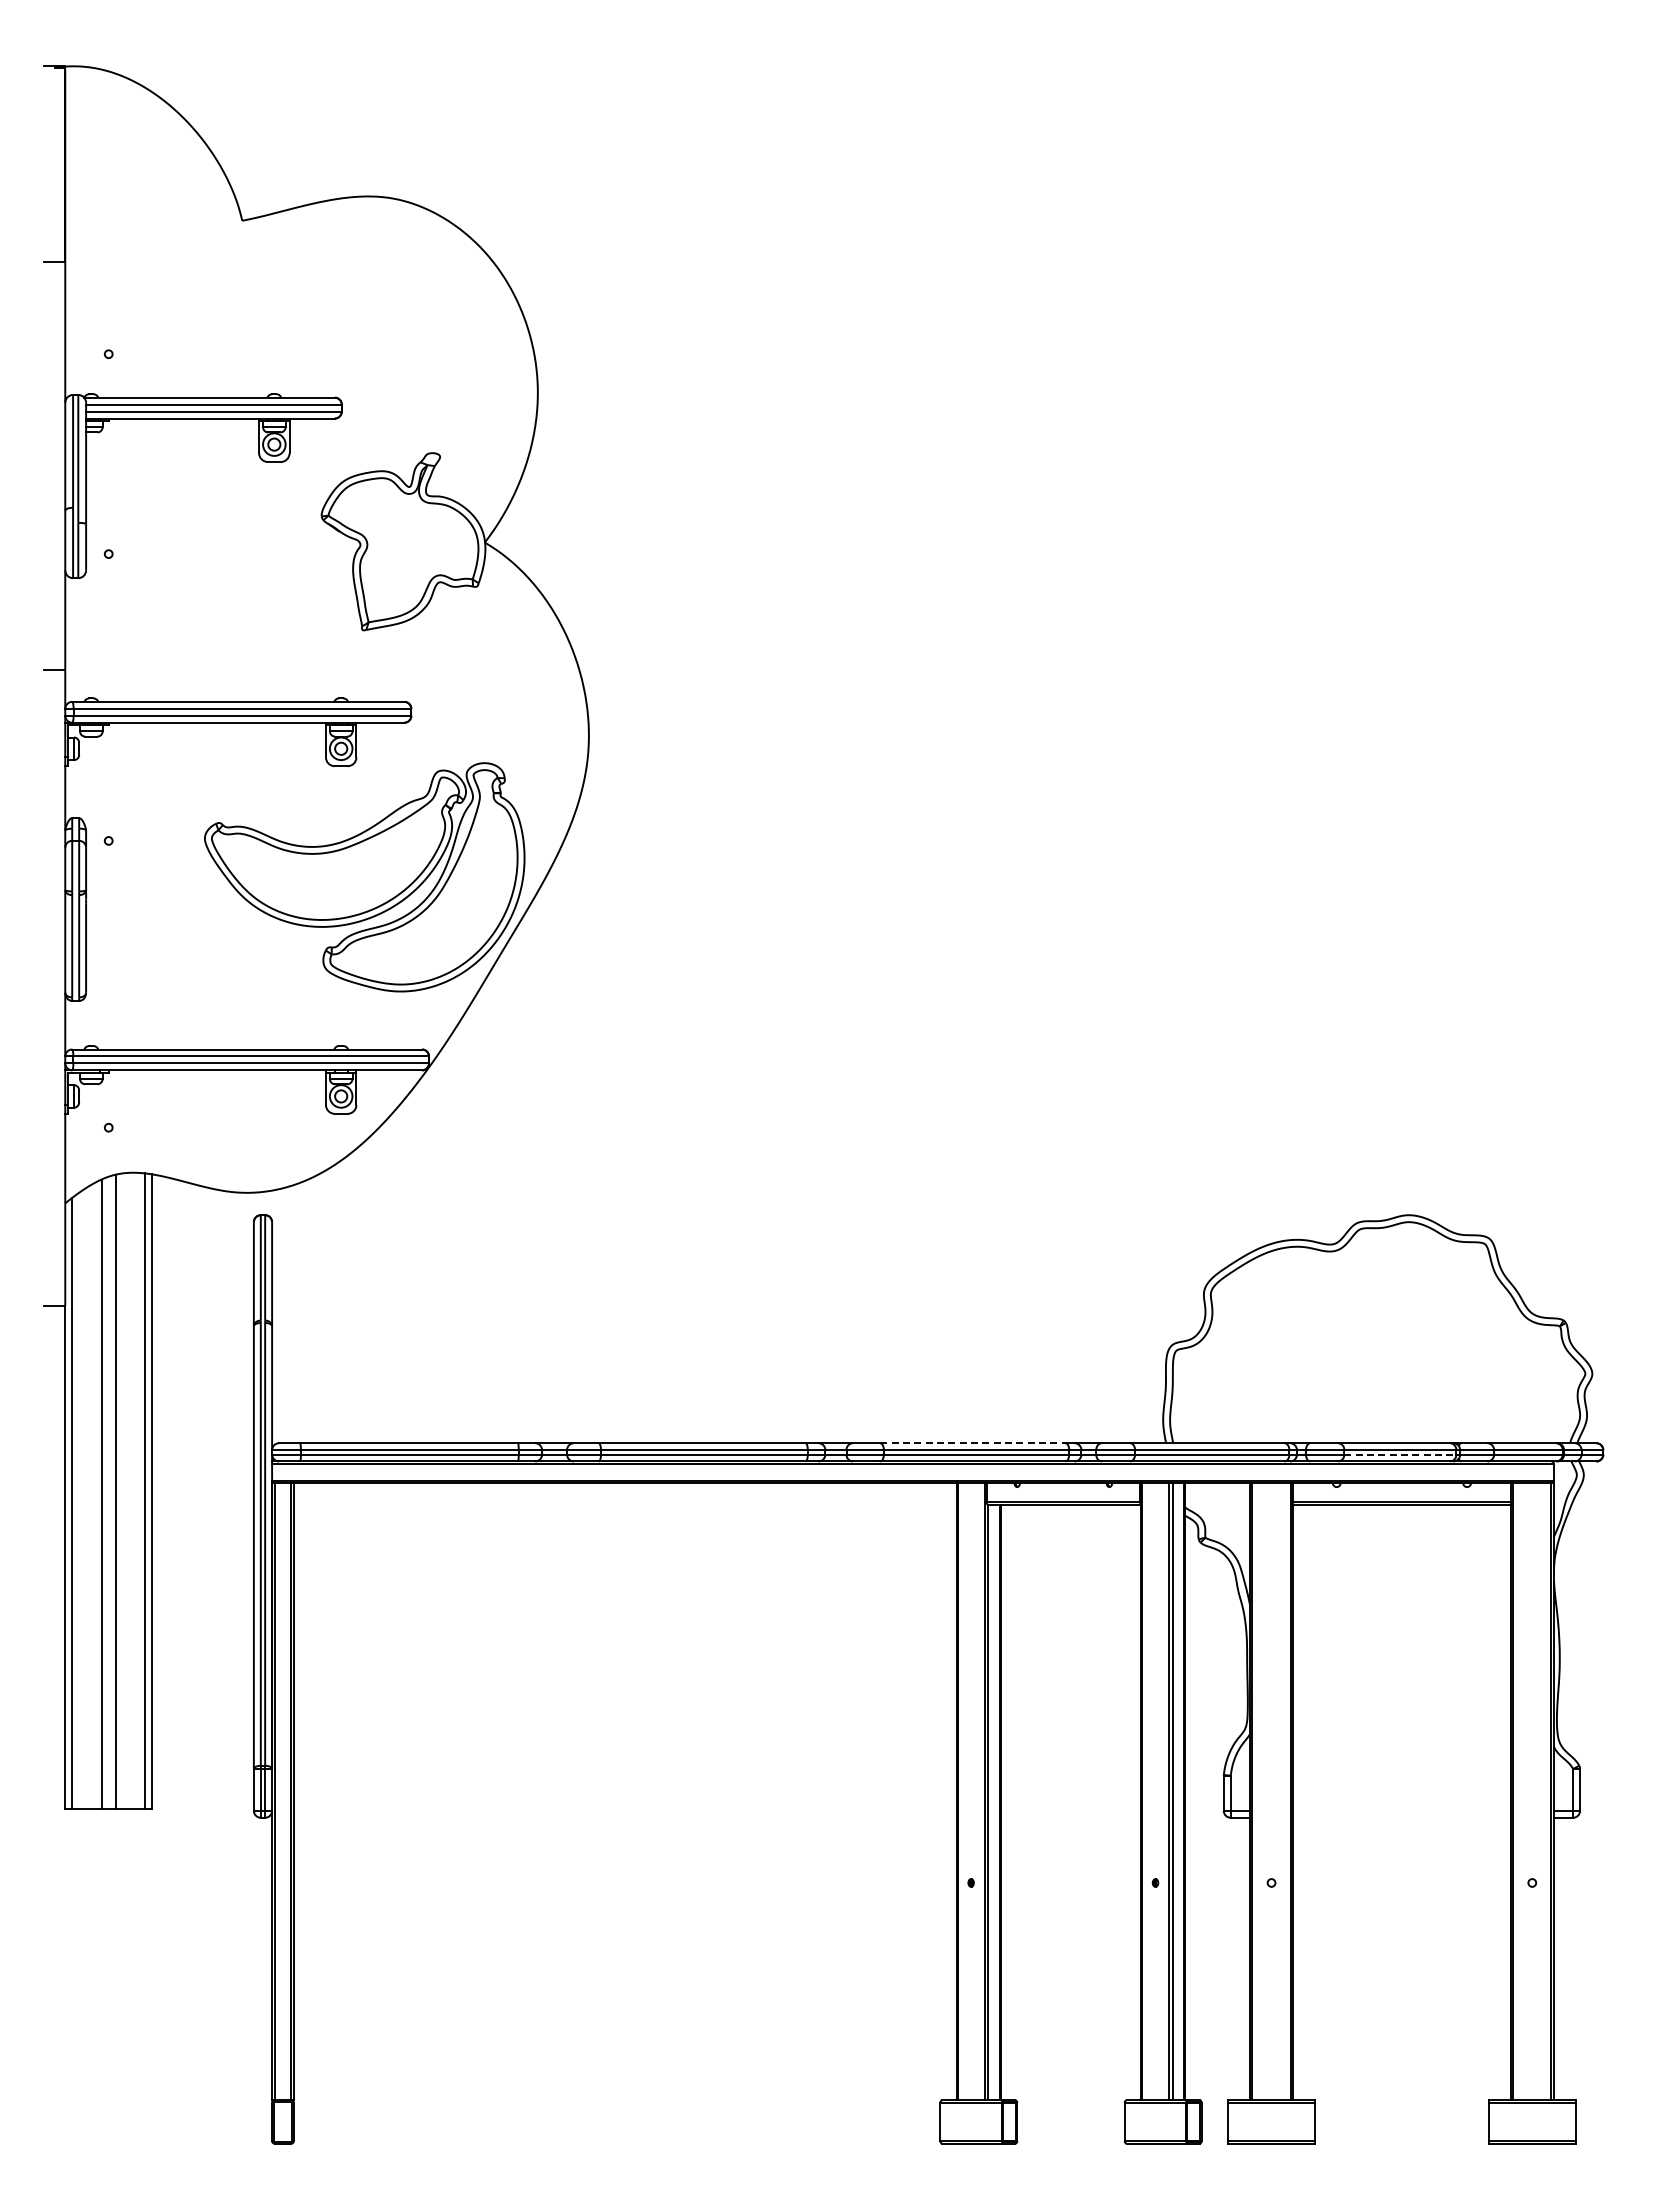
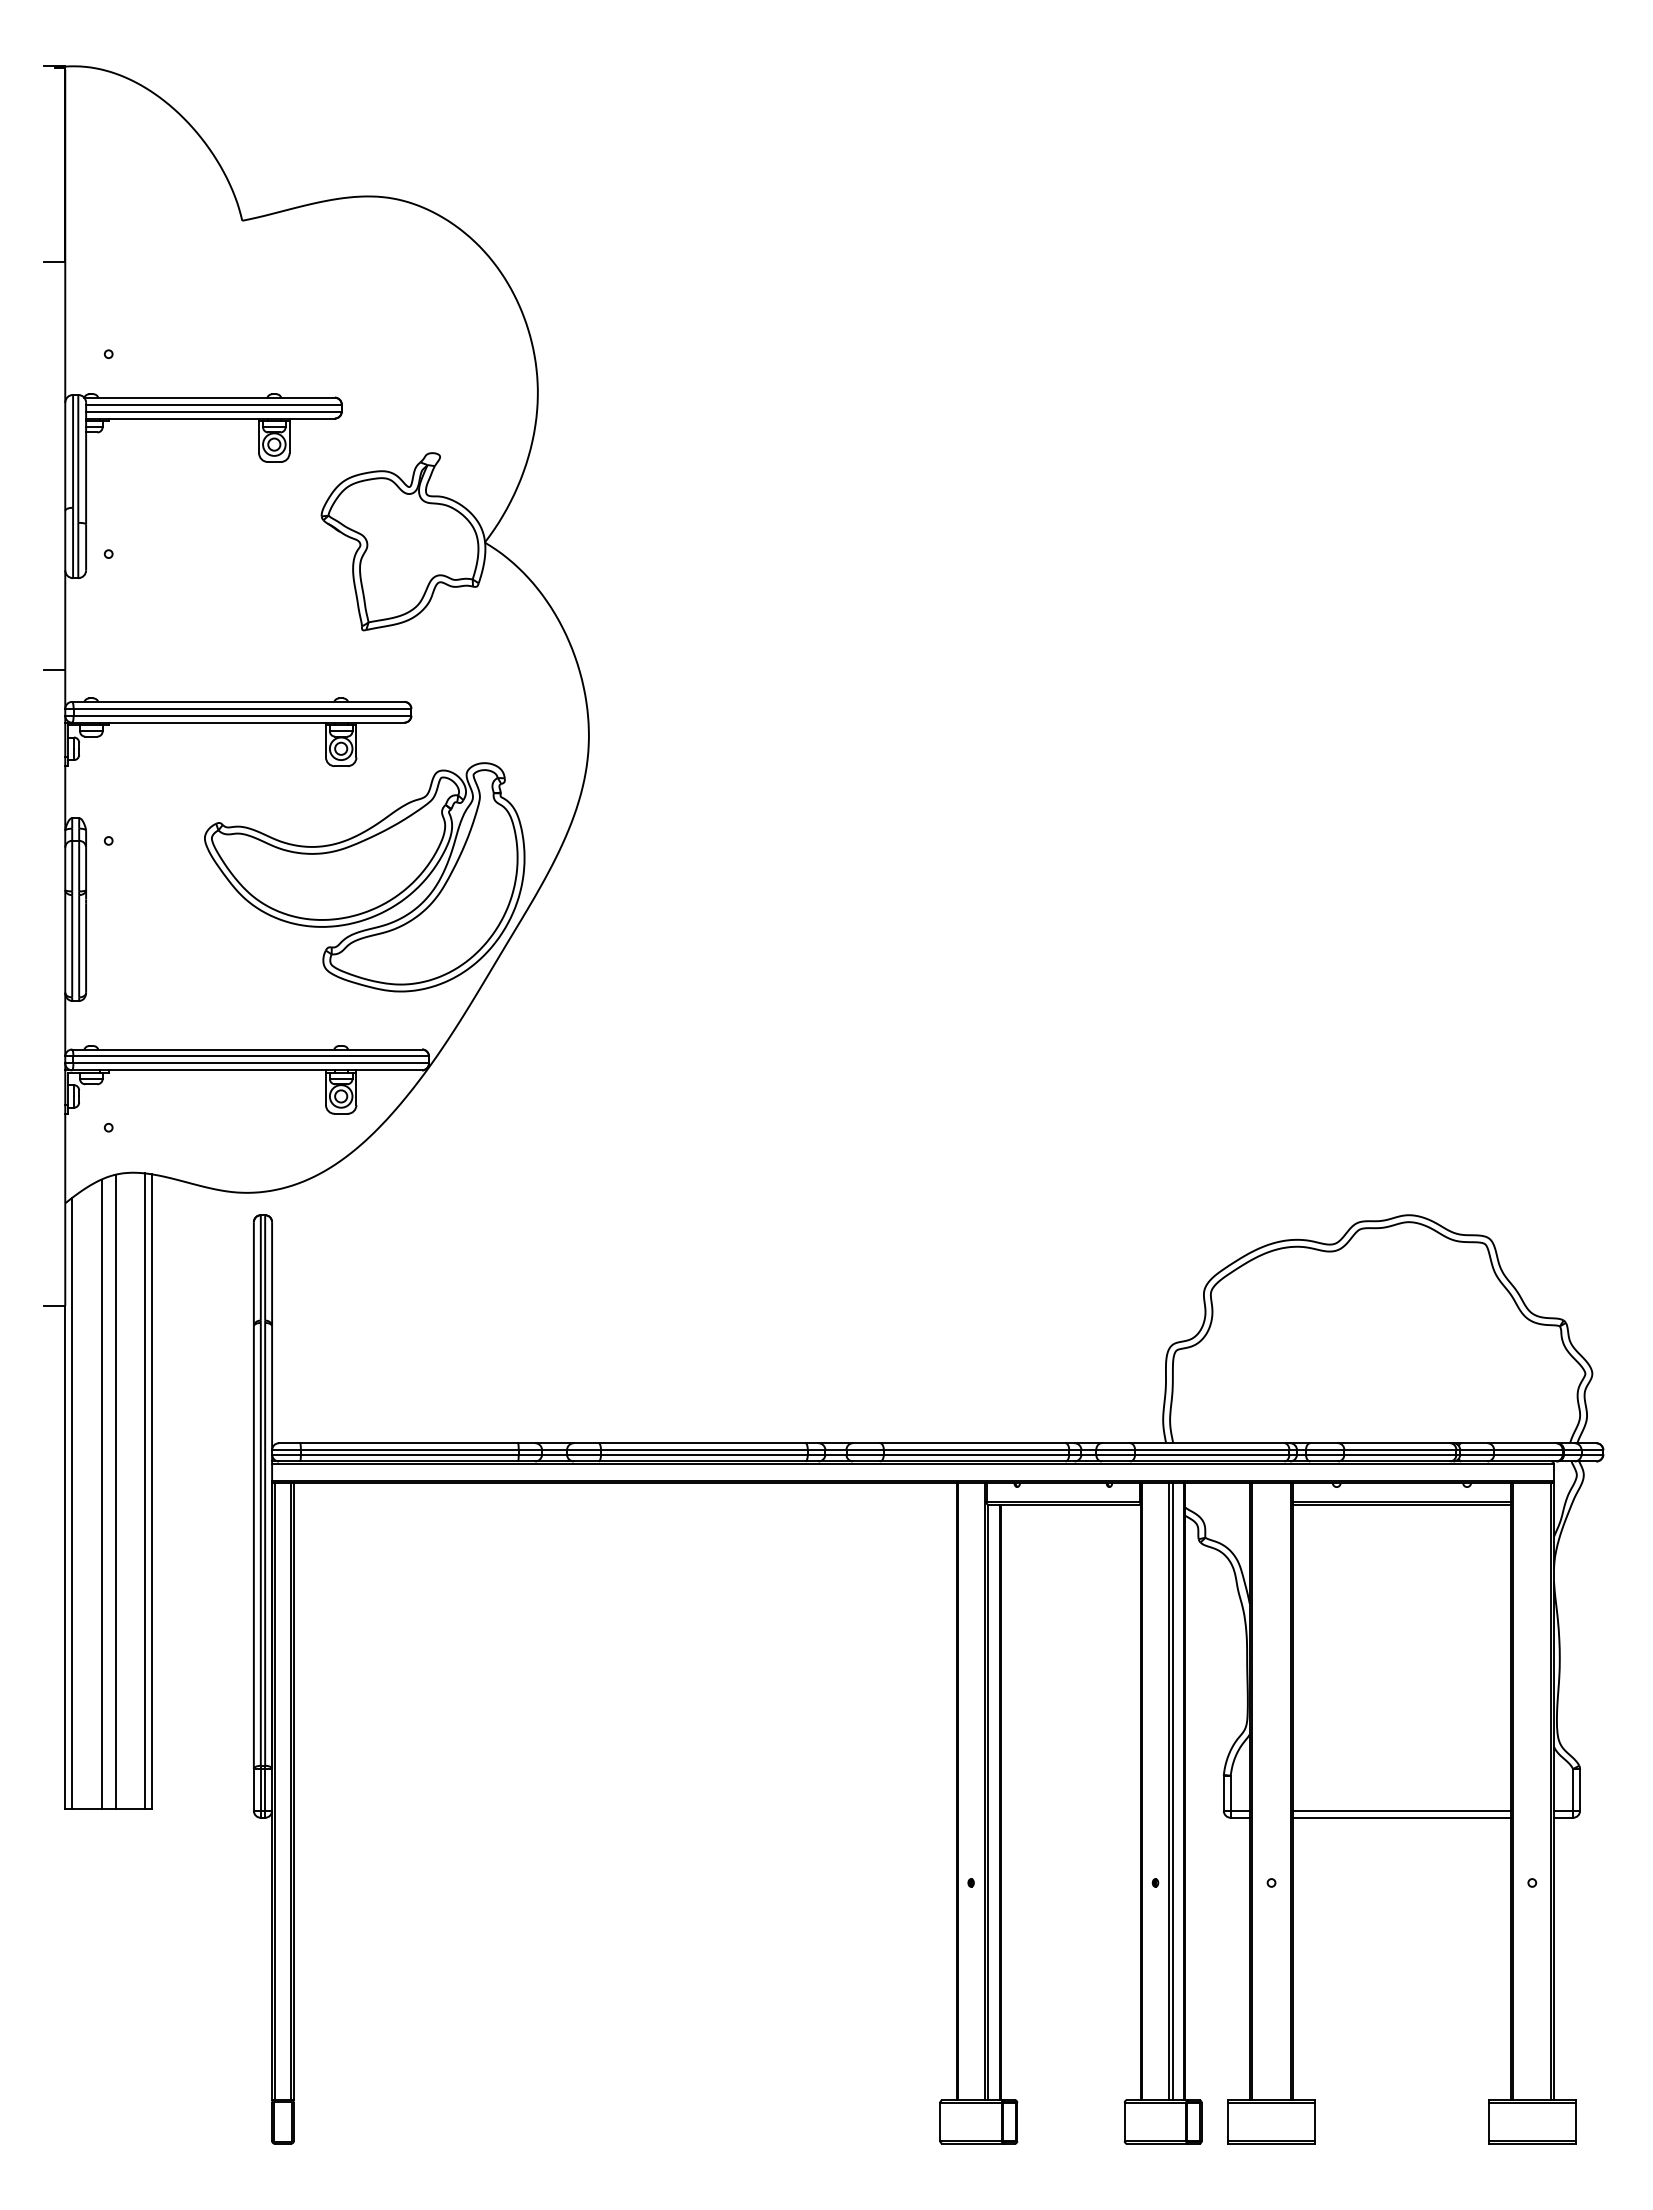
line at (972, 1443): dashed -> solid
line at (1400, 1454): dashed -> solid
line at (1401, 1810): none -> present
line at (1401, 1817): none -> present
